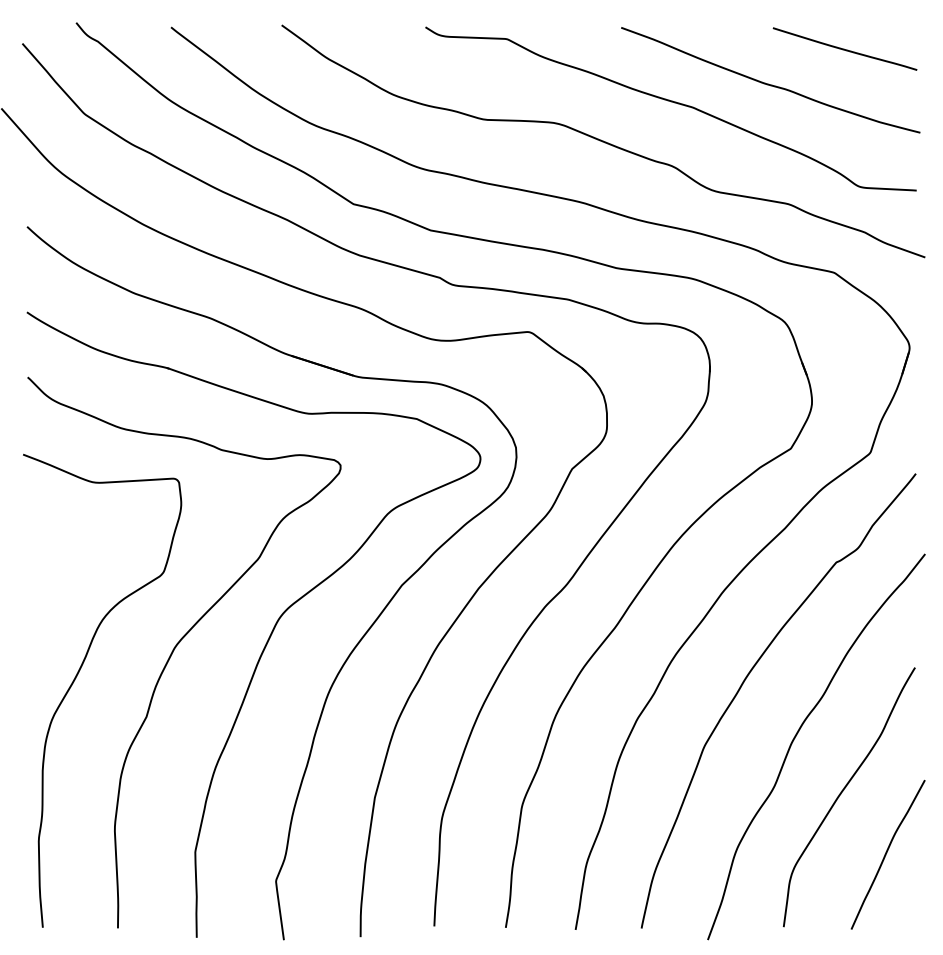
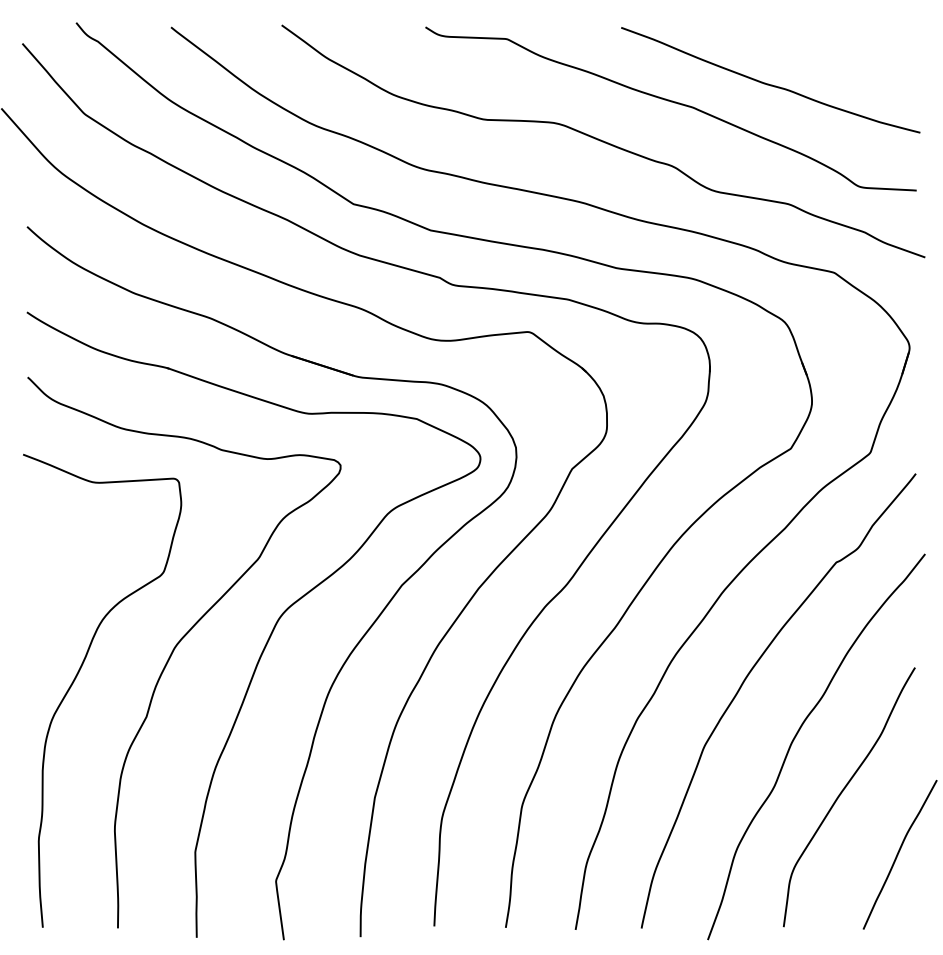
curve at (844, 48): present -> none
curve at (887, 853) position: (887, 853) -> (899, 853)
